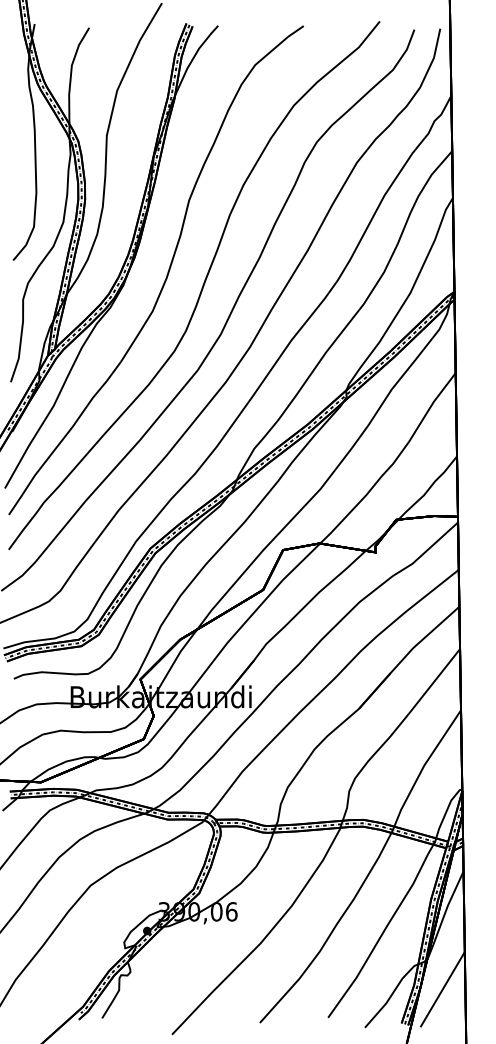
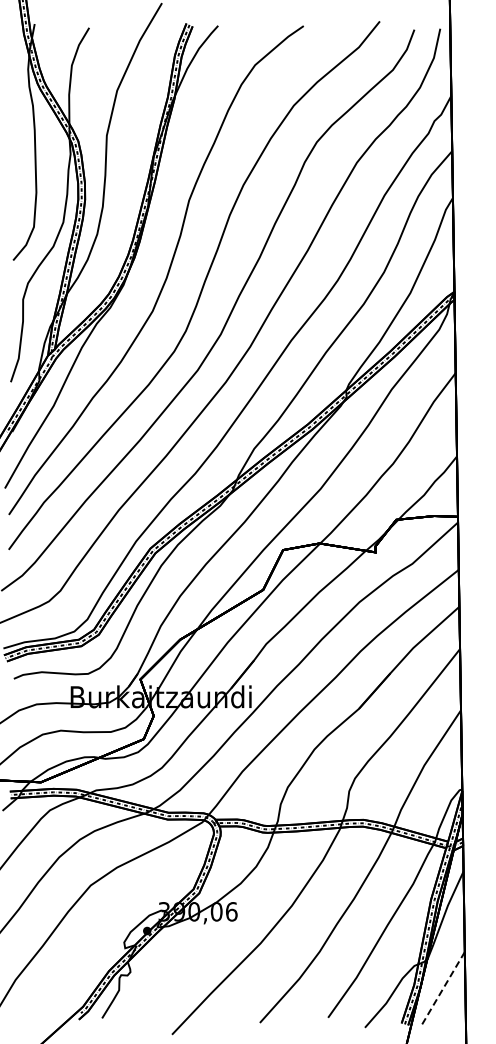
line at (442, 989): solid -> dashed
